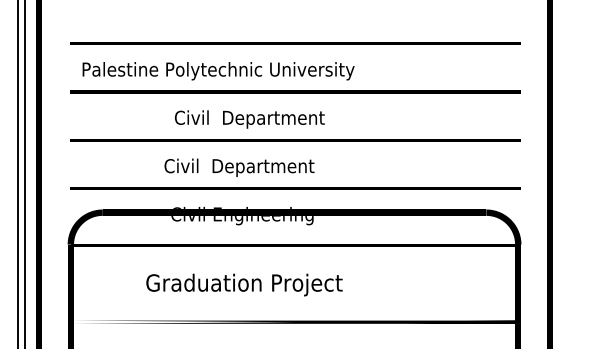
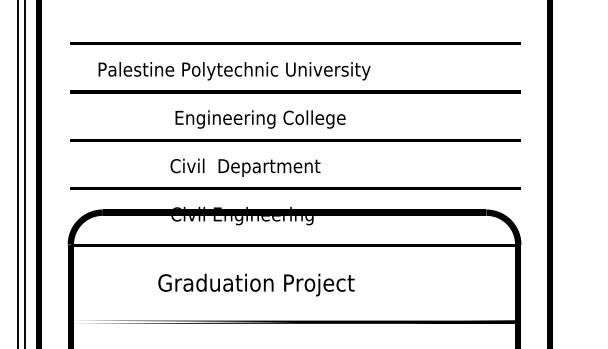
text at (218, 71) position: (218, 71) -> (234, 71)
text at (259, 119): Civil  Department -> Engineering College
text at (239, 167) position: (239, 167) -> (245, 167)
text at (244, 284) position: (244, 284) -> (256, 284)
